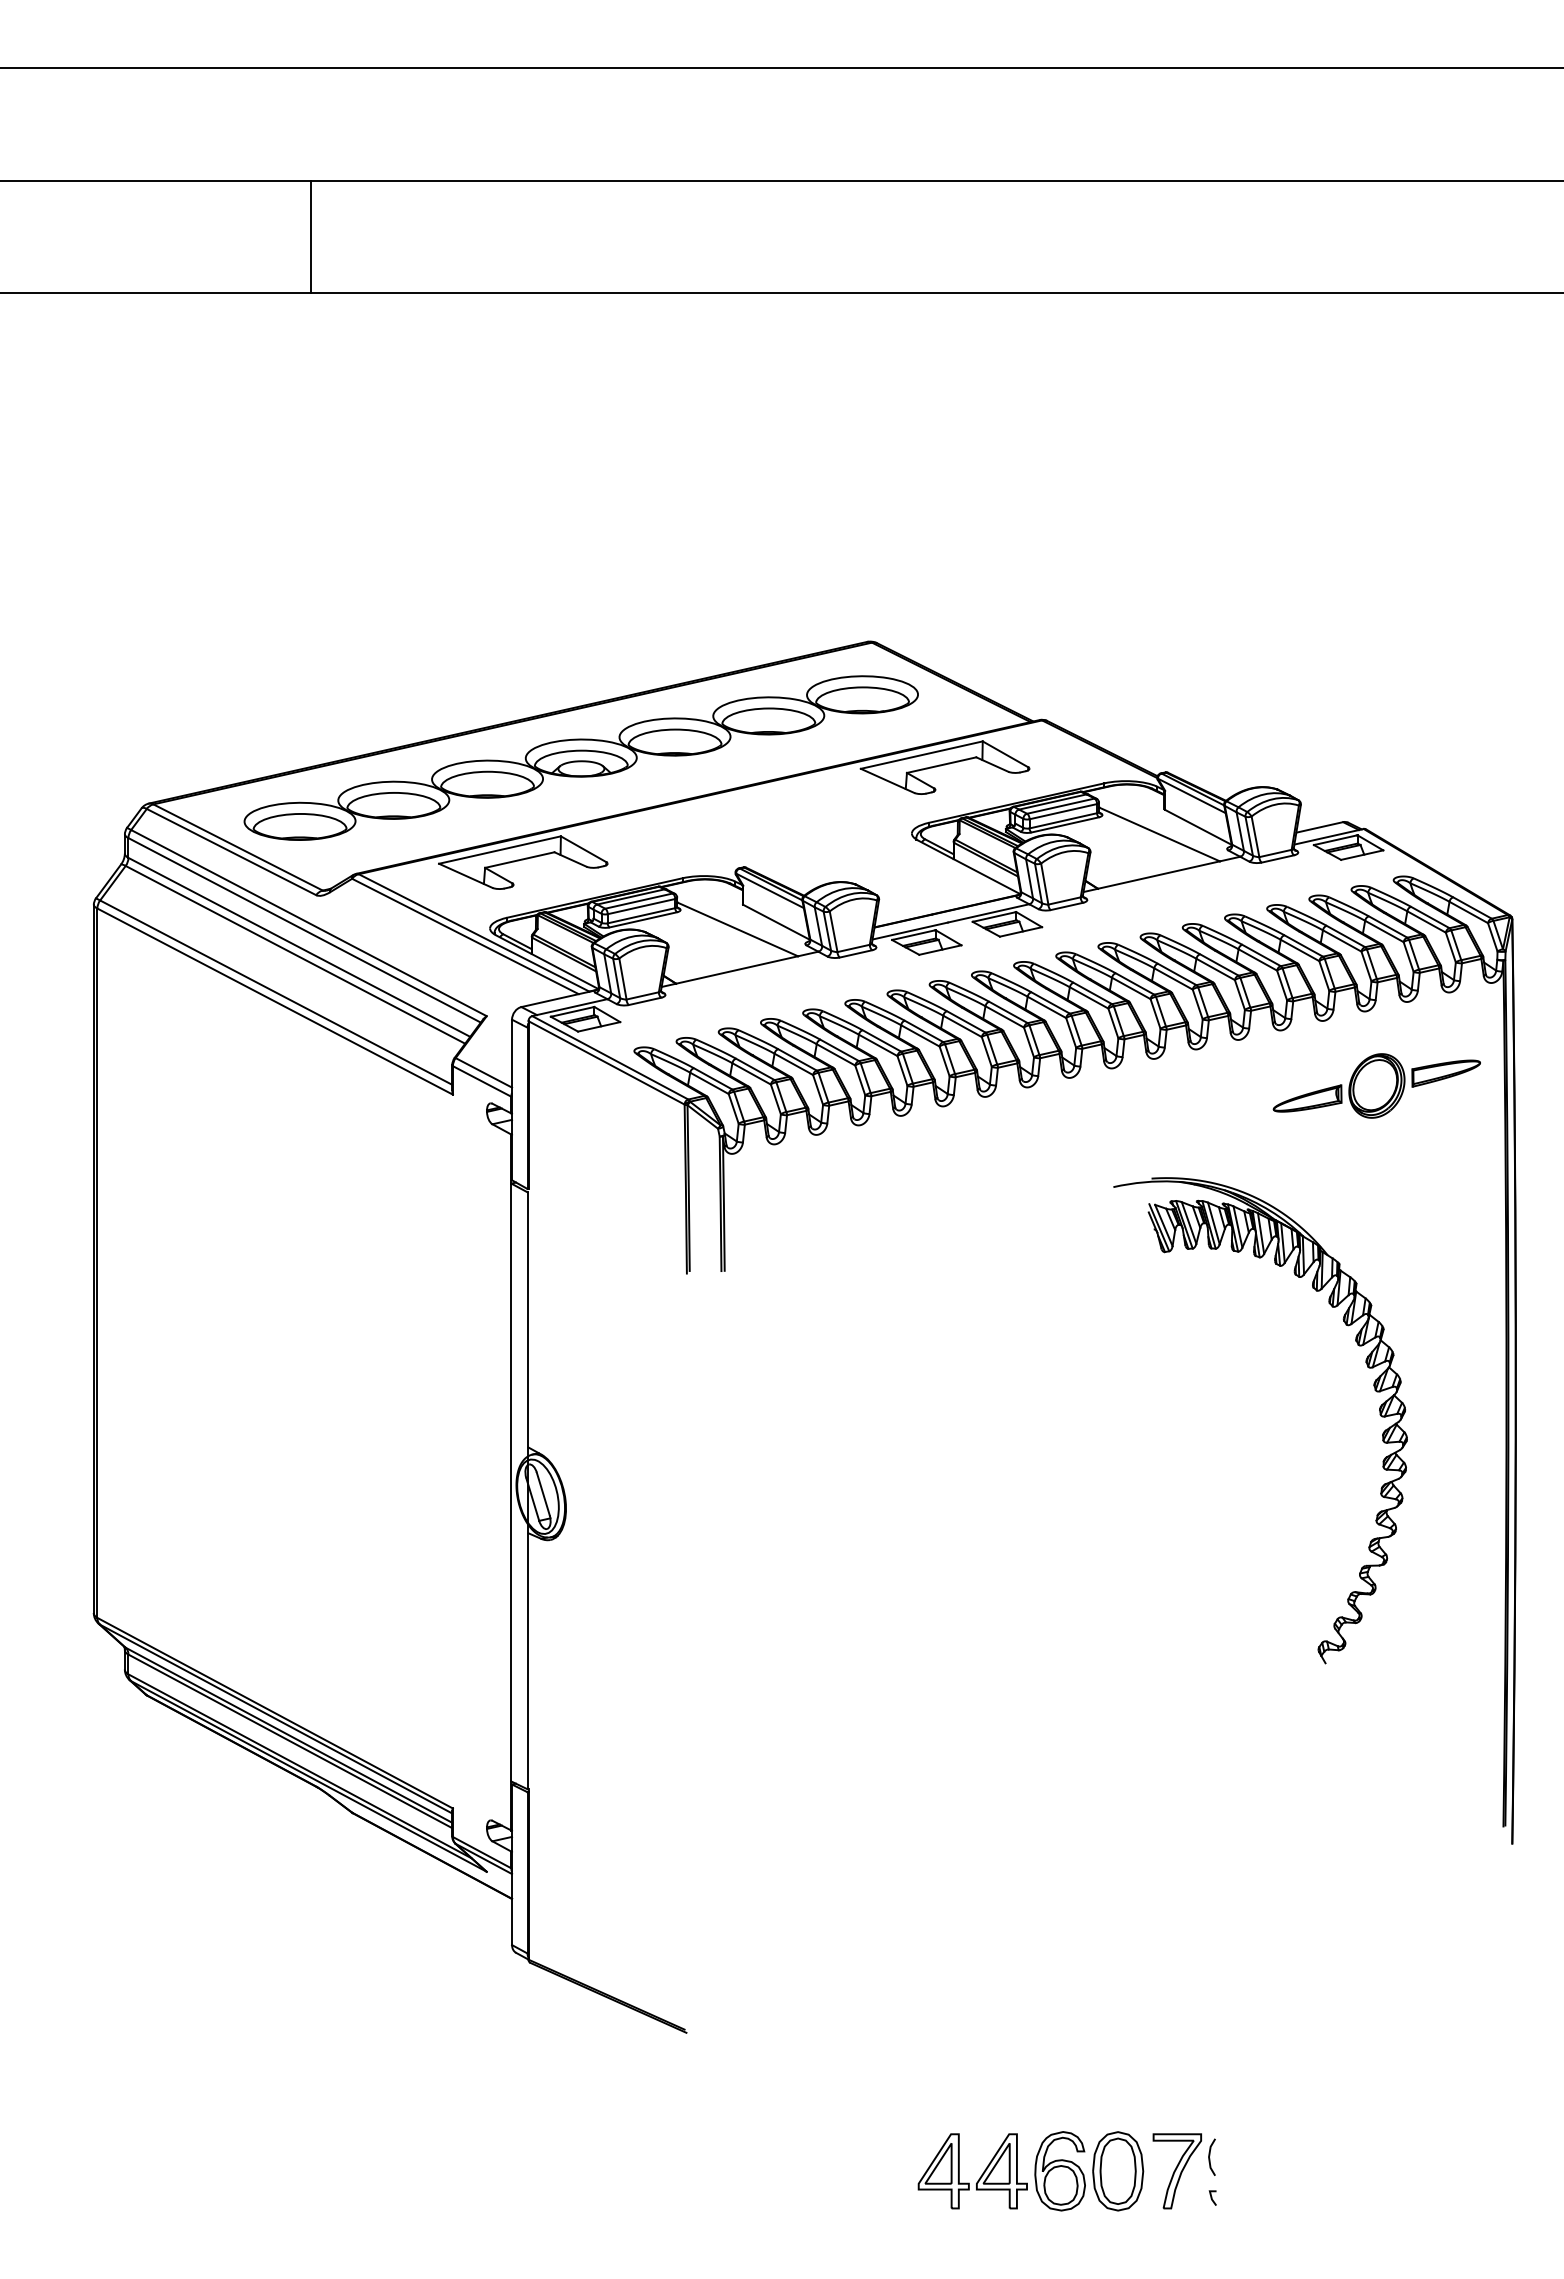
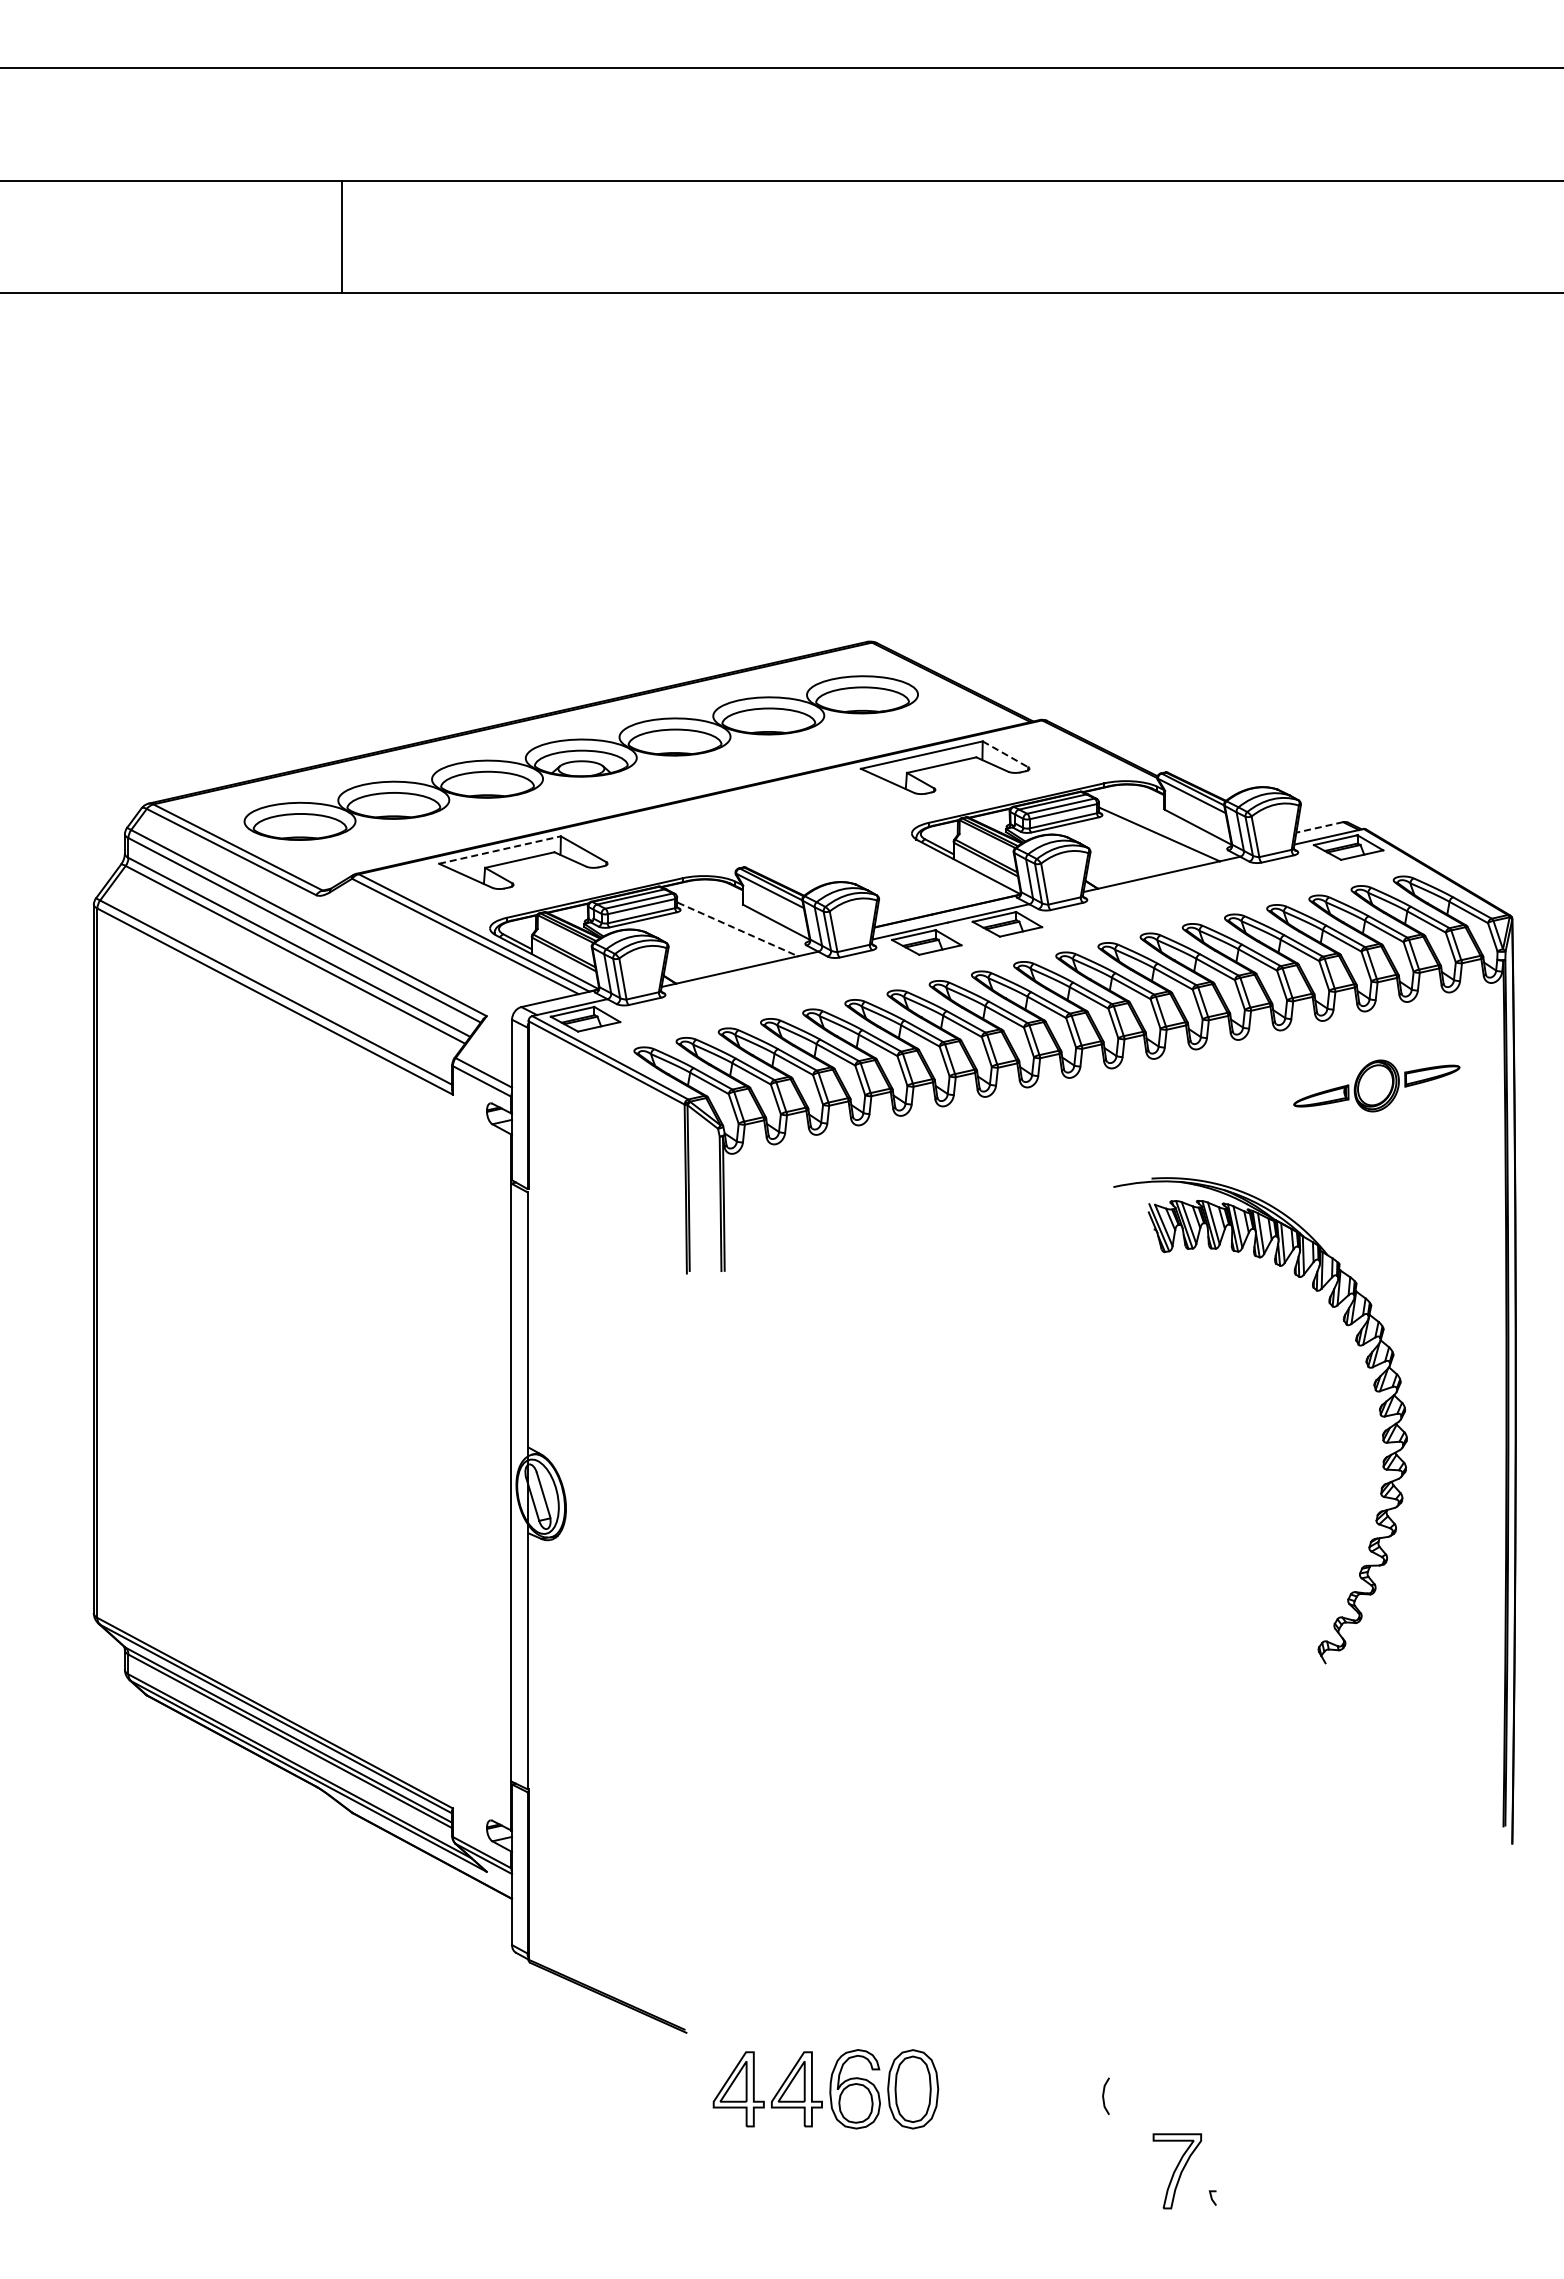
line at (310, 236) position: (310, 236) -> (341, 236)
line at (1005, 754): solid -> dashed
line at (1319, 827): solid -> dashed
line at (500, 849): solid -> dashed
line at (737, 929): solid -> dashed
part at (1376, 1085) size: 209x66 px -> 168x54 px
line at (1210, 2155) position: (1210, 2155) -> (1104, 2094)
part at (1030, 2171) position: (1030, 2171) -> (825, 2089)
